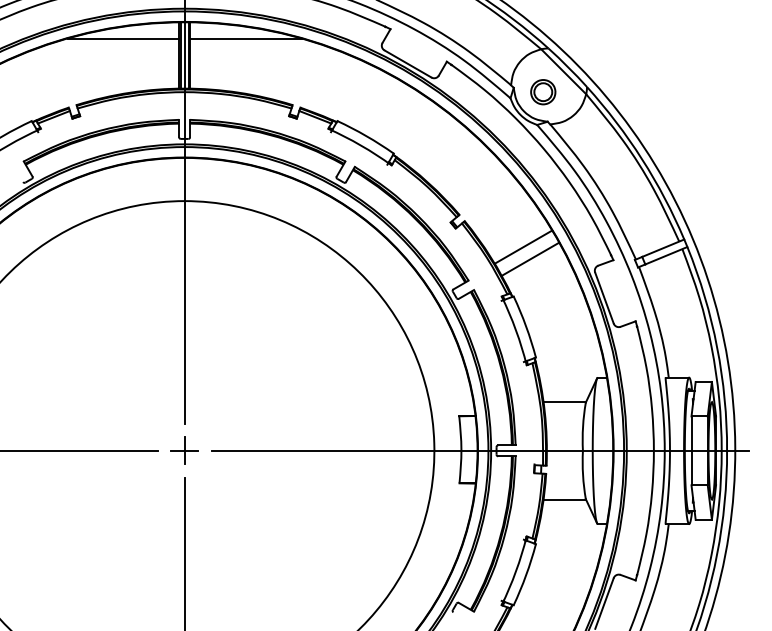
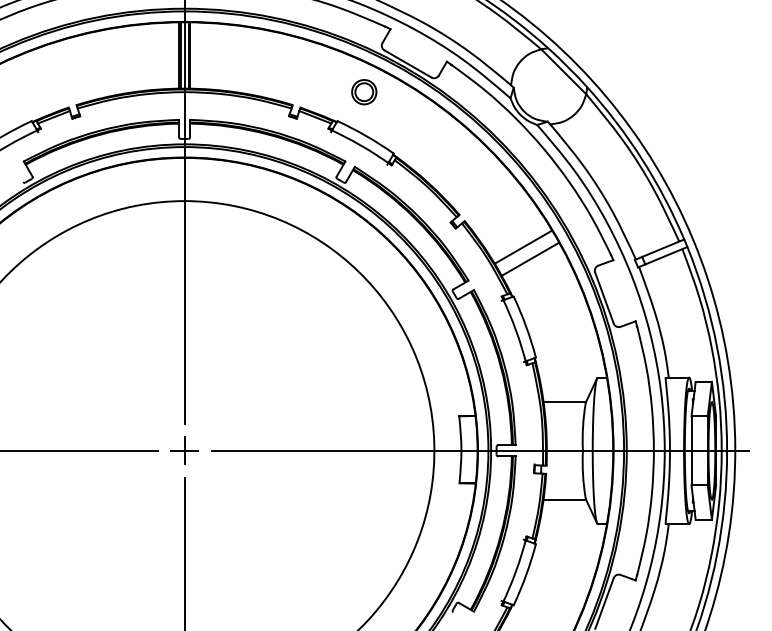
line at (123, 38): present -> none
line at (245, 38): present -> none
part at (543, 92) position: (543, 92) -> (364, 92)
